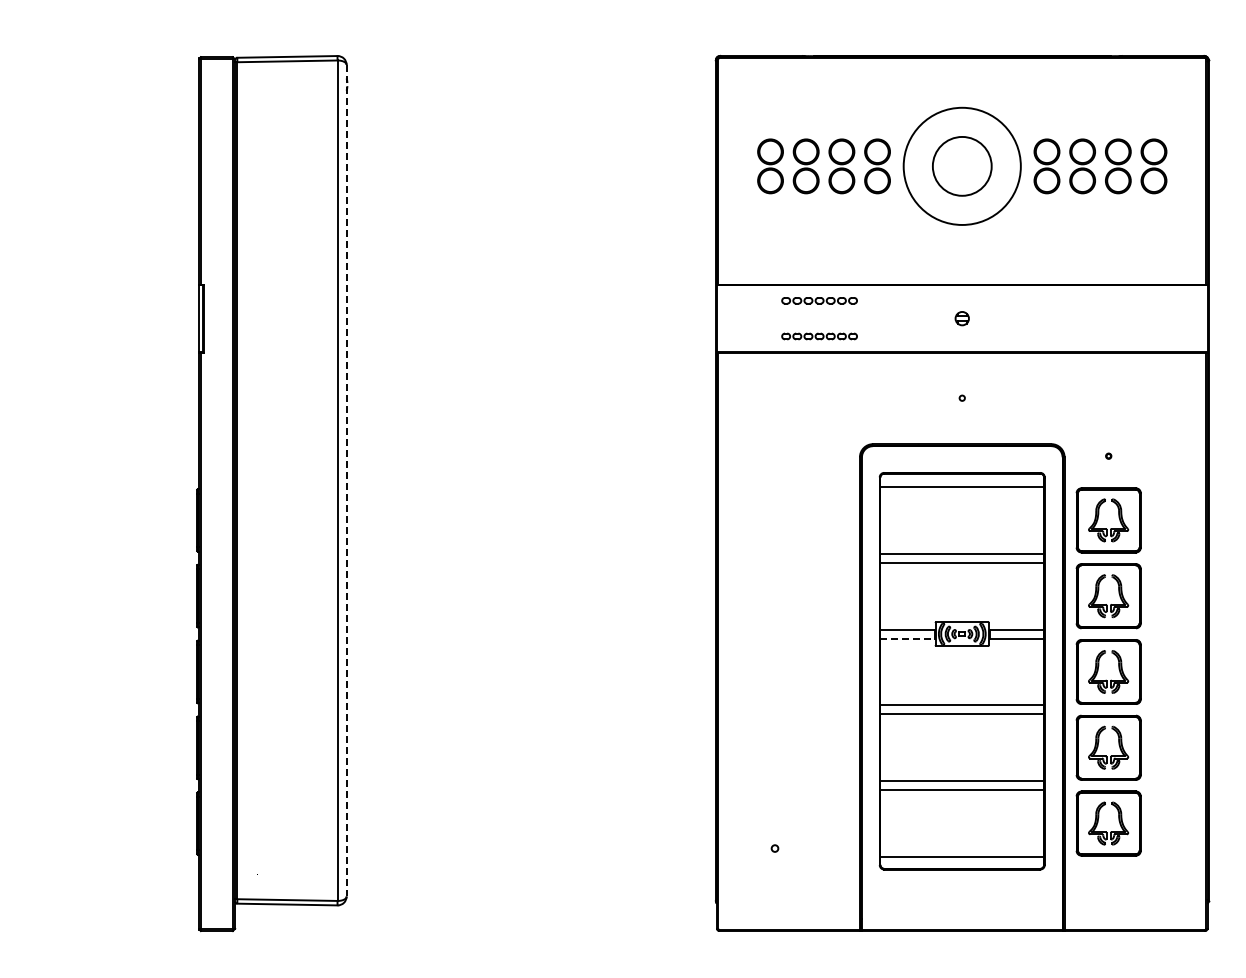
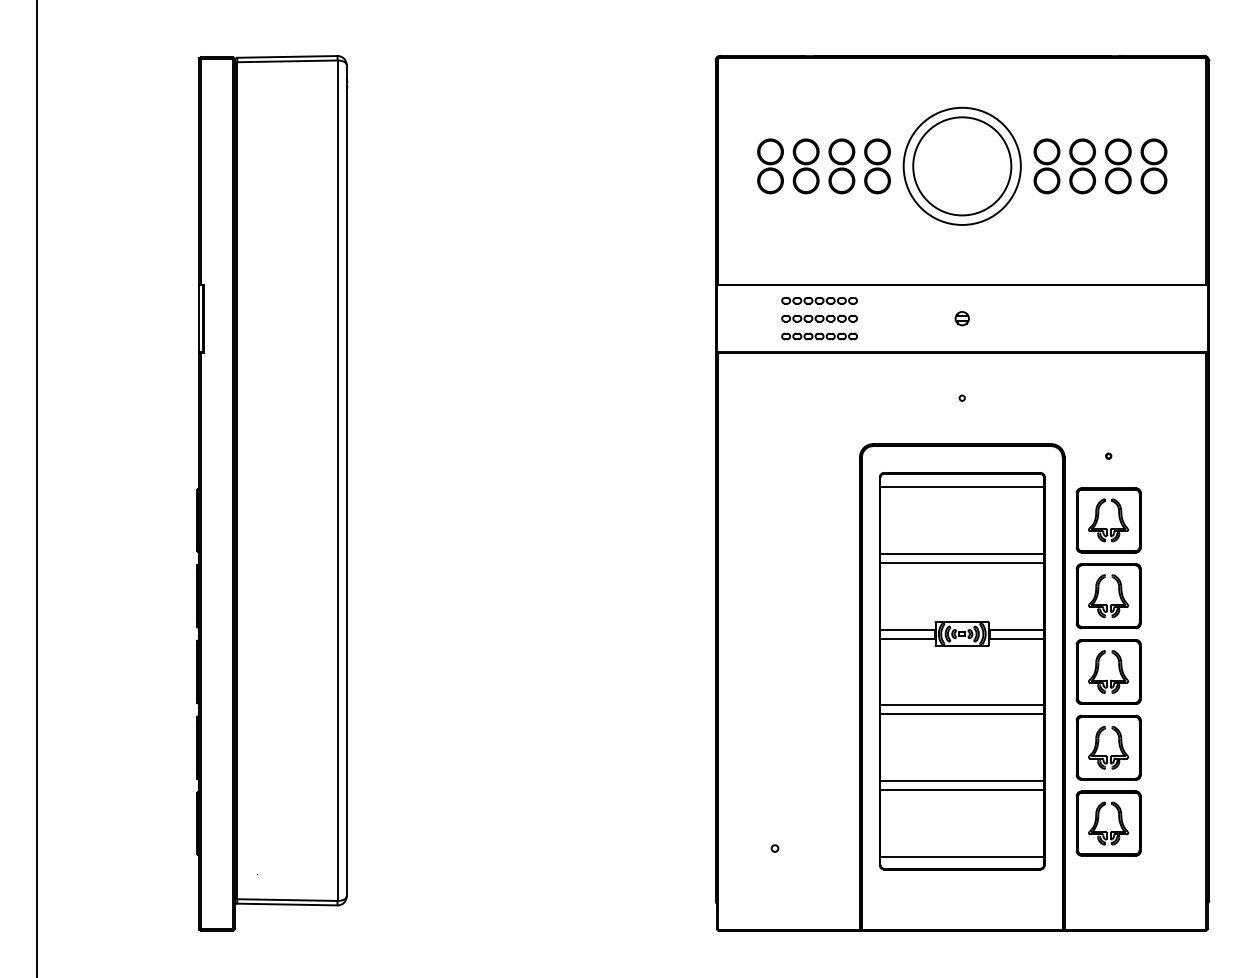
circle at (961, 165) diameter: 59 px -> 98 px
part at (819, 318): none -> present
line at (346, 480): dashed -> solid
line at (37, 488): none -> present
line at (908, 638): dashed -> solid
